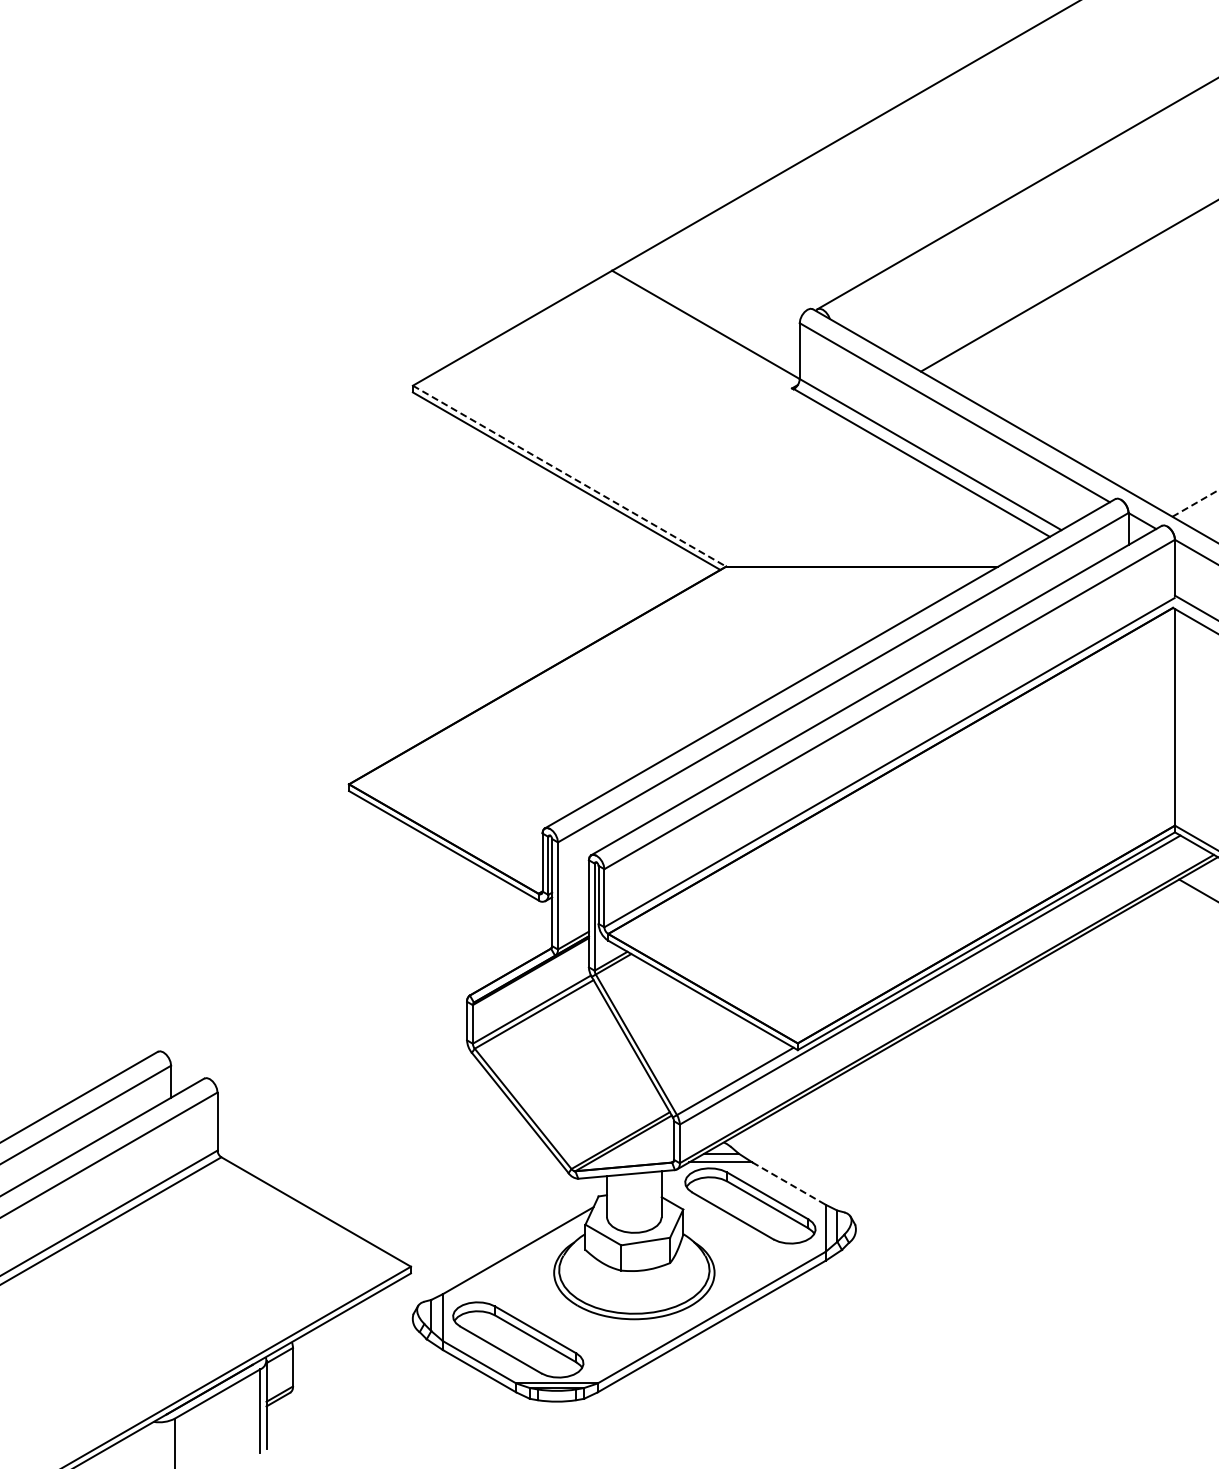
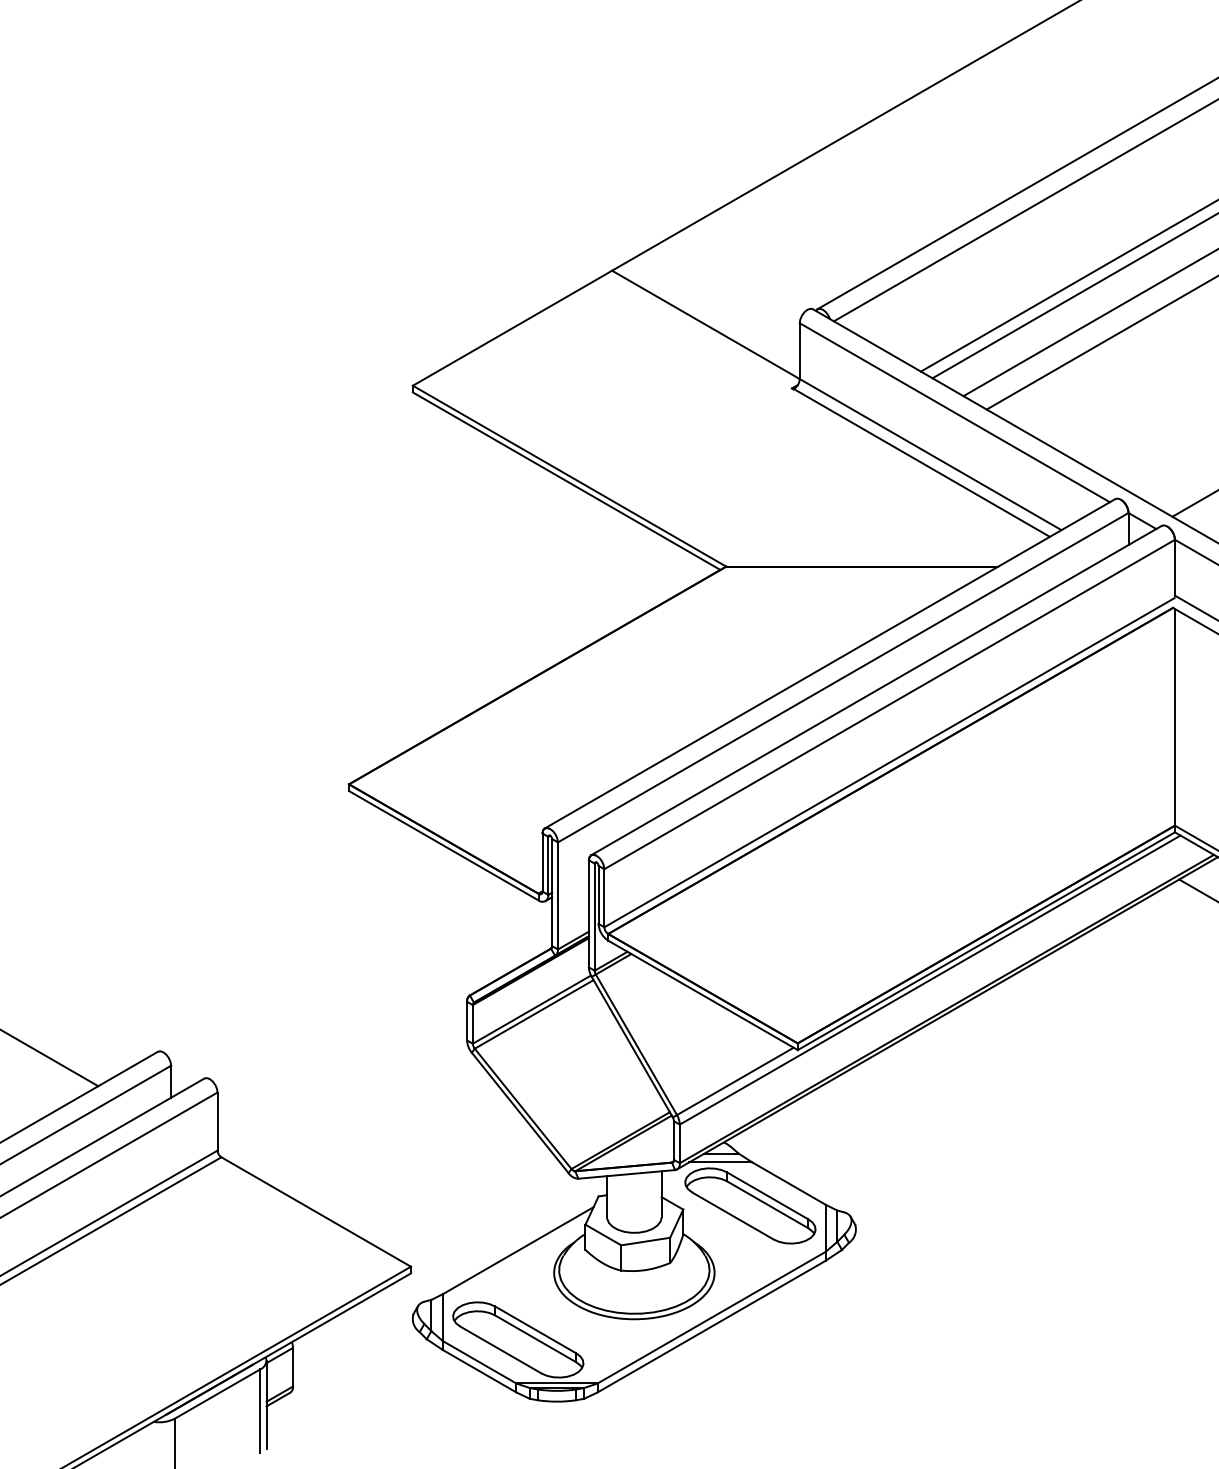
line at (1024, 211): none -> present
line at (1073, 296): none -> present
line at (1089, 323): none -> present
line at (1100, 343): none -> present
line at (569, 476): dashed -> solid
line at (1195, 503): dashed -> solid
line at (50, 1058): none -> present
line at (789, 1183): dashed -> solid
